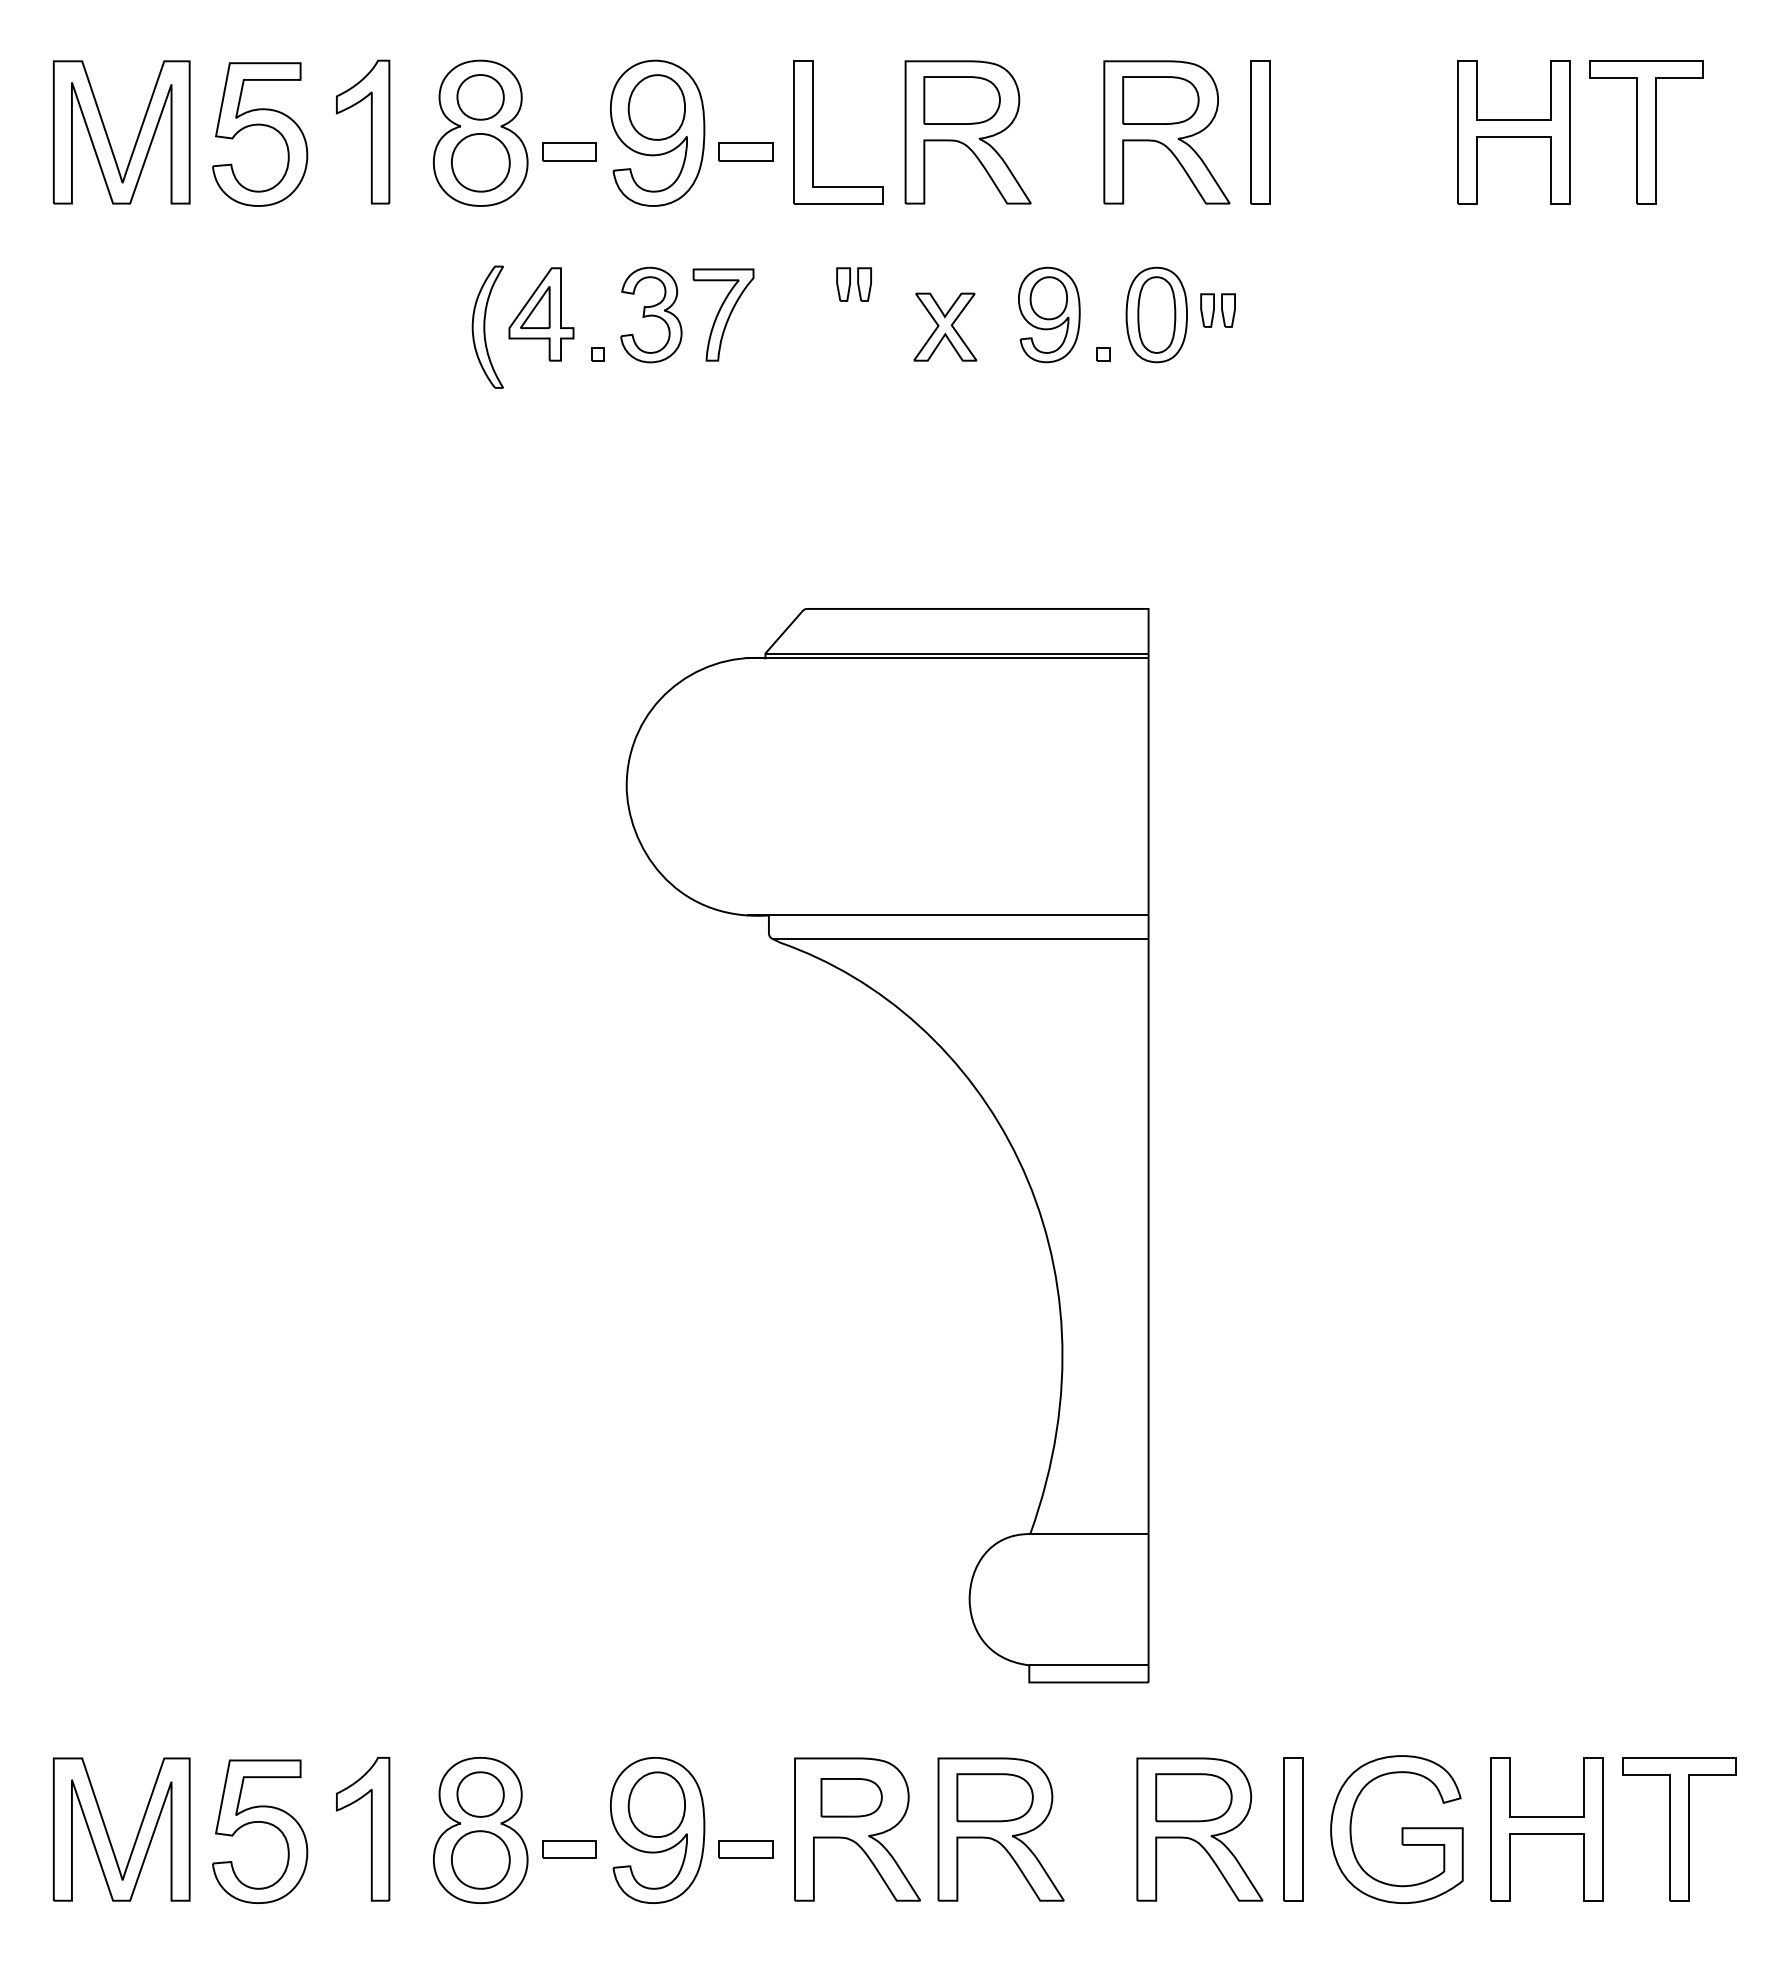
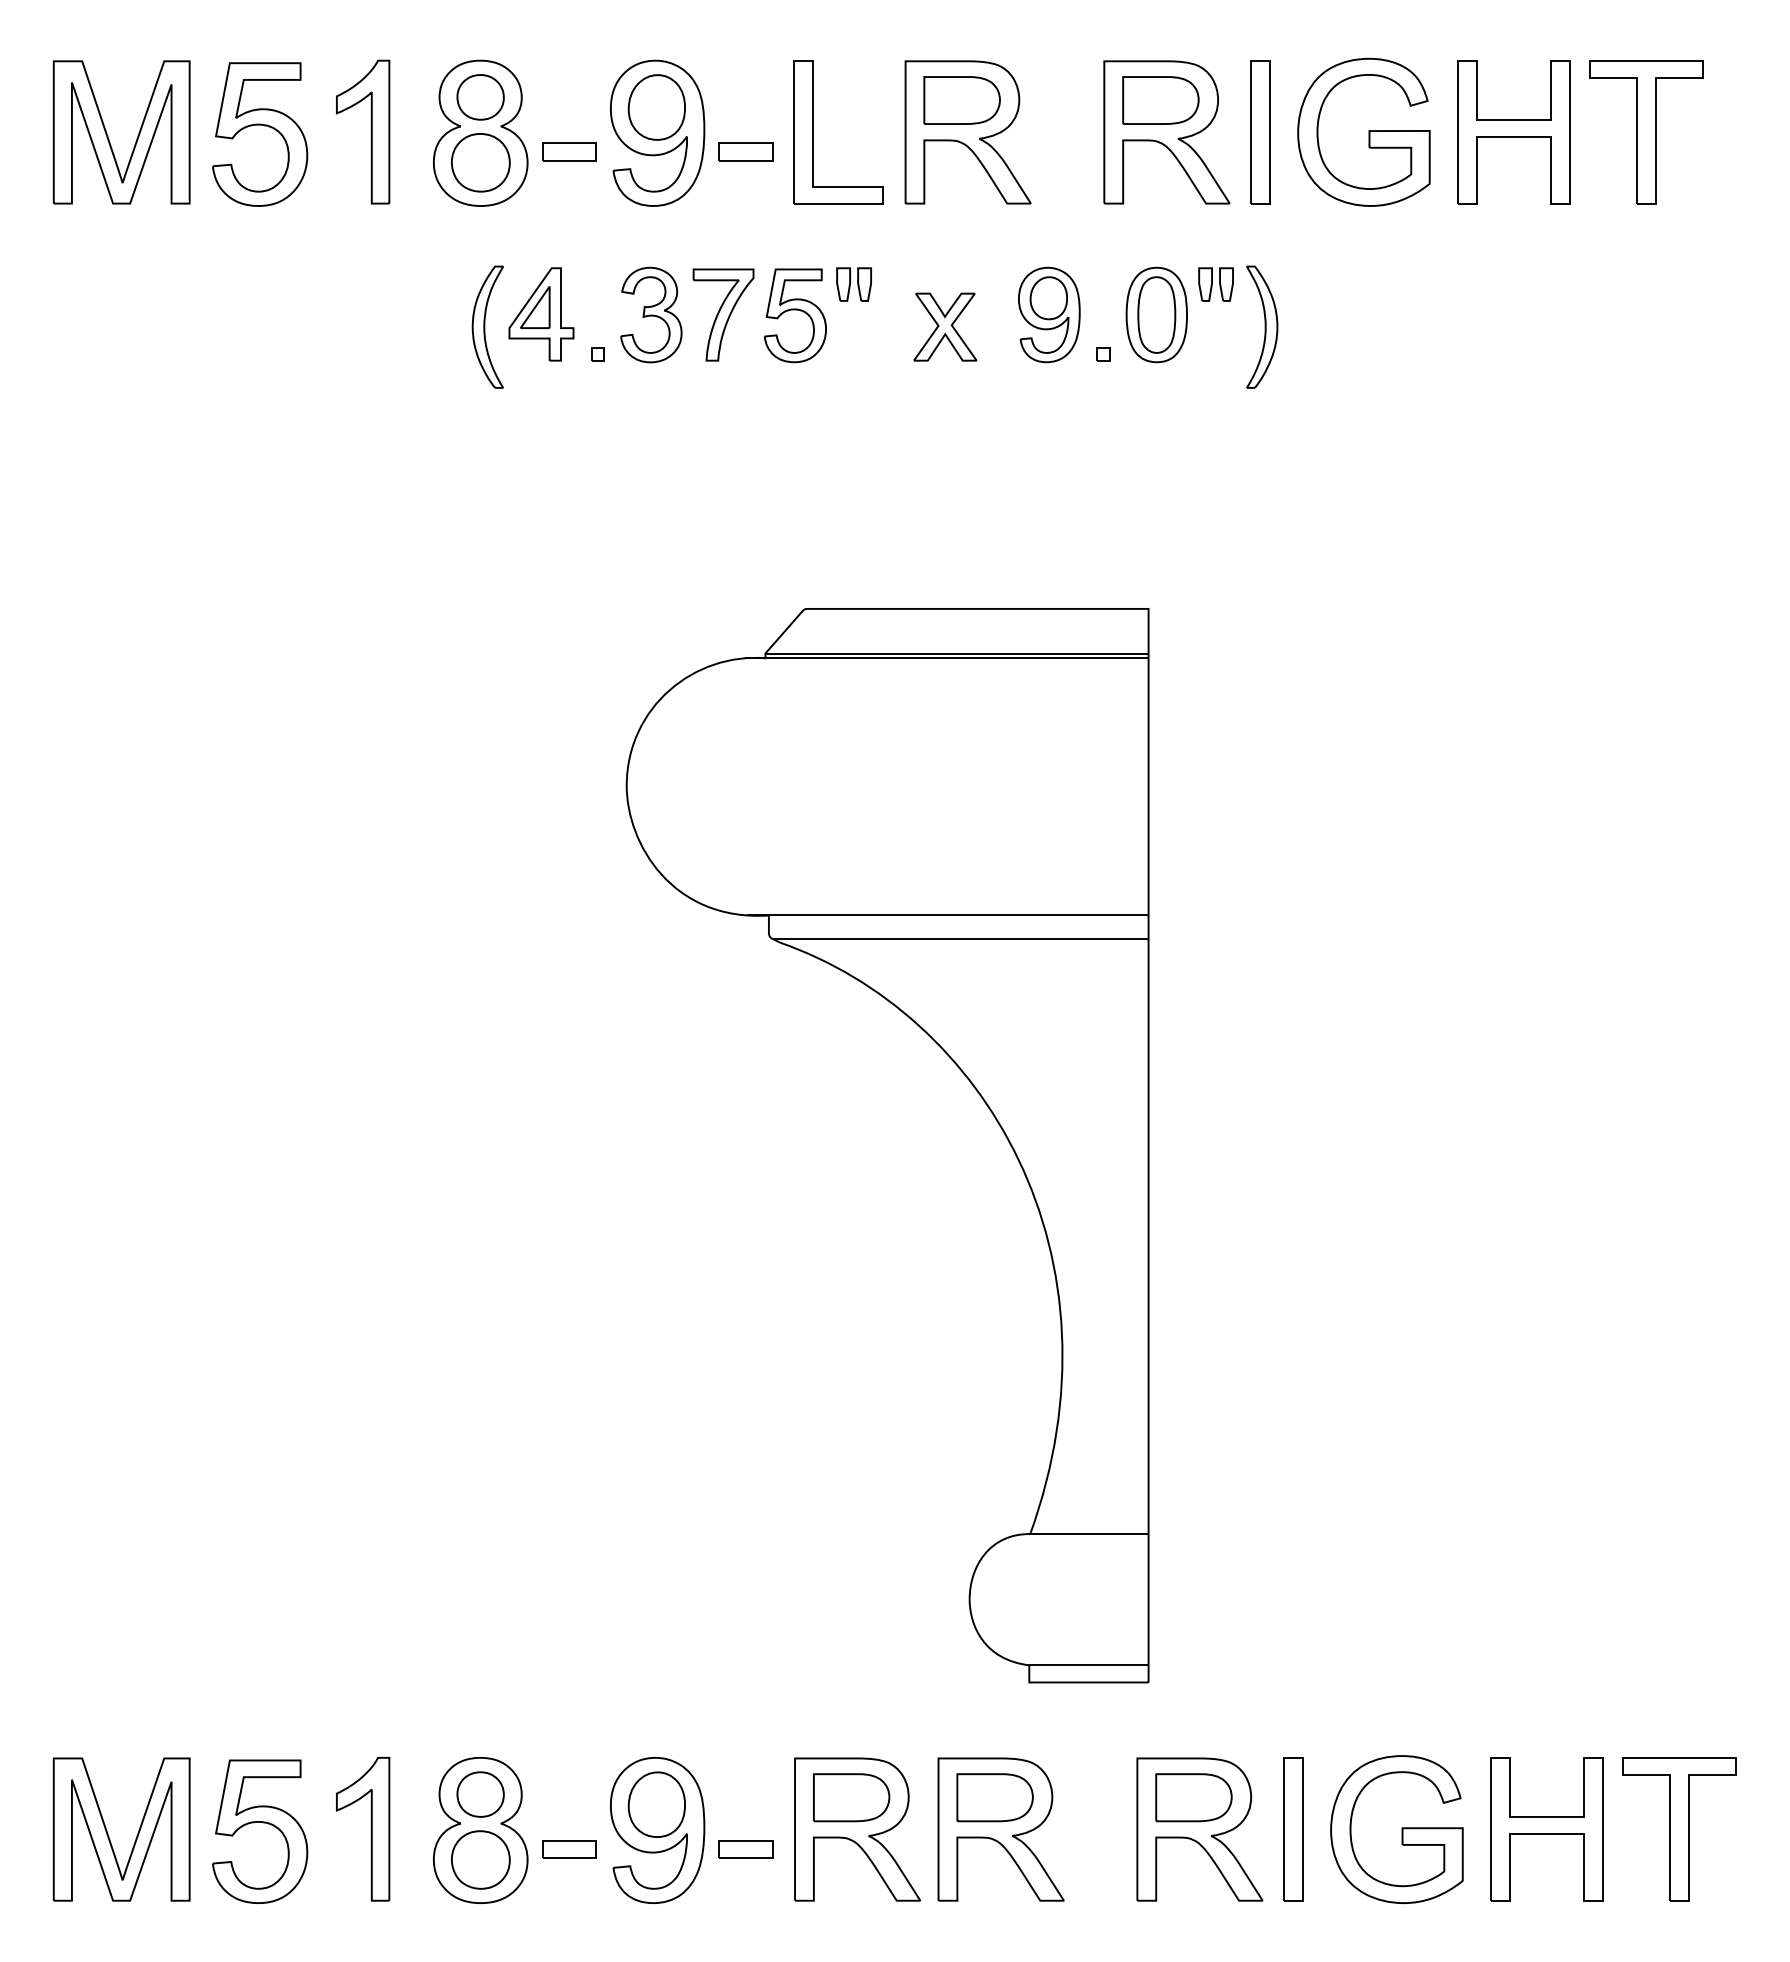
part at (1363, 131): none -> present
part at (1217, 310) position: (1217, 310) -> (1215, 284)
part at (795, 315): none -> present
part at (1262, 326): none -> present
part at (851, 1797) size: 63x40 px -> 78x50 px
